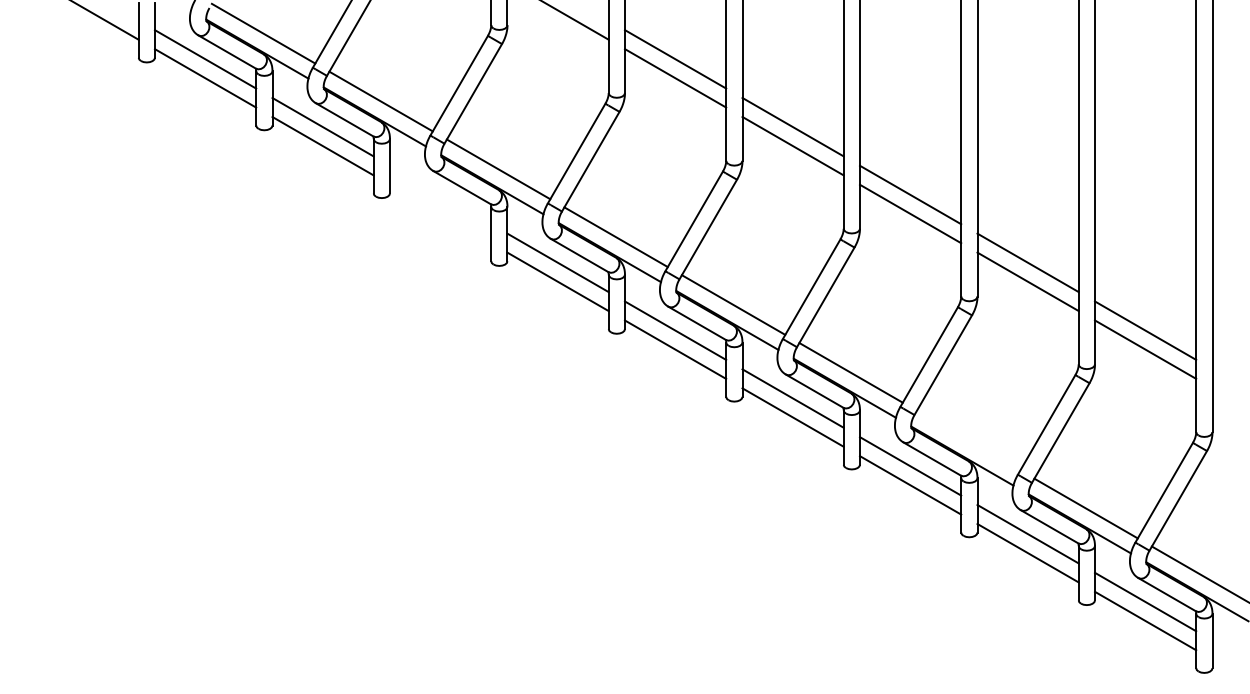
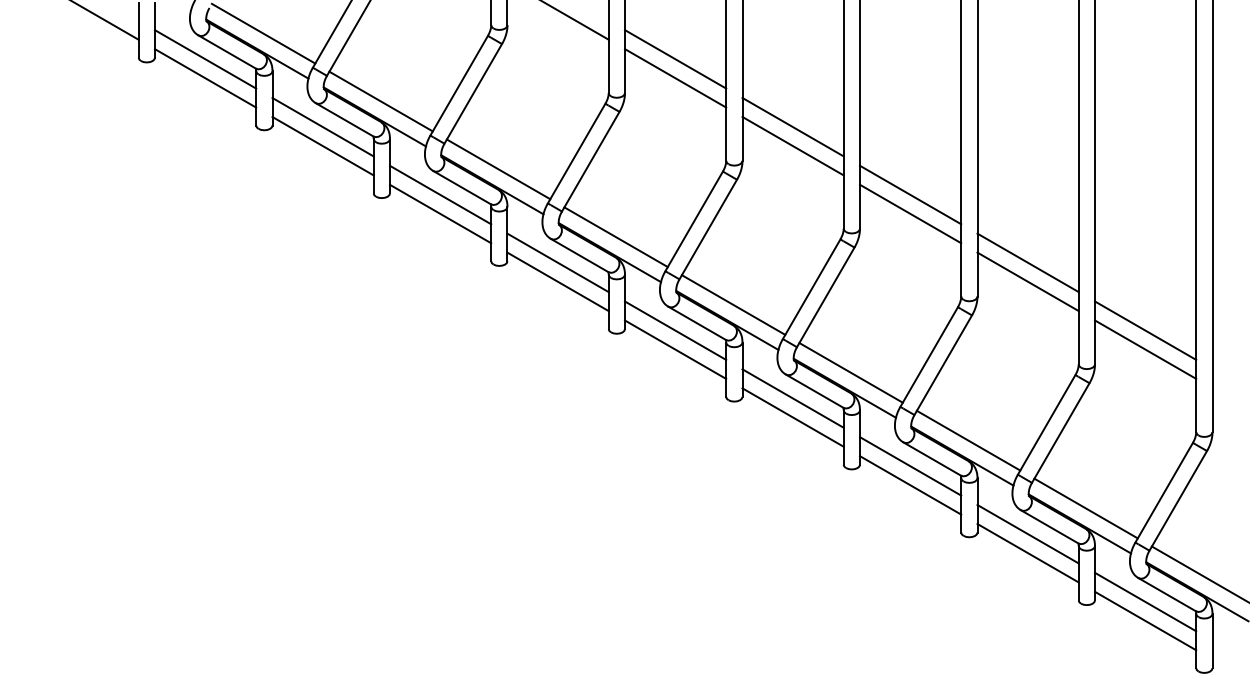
line at (440, 194): none -> present
line at (440, 213): none -> present
line at (968, 440): none -> present
